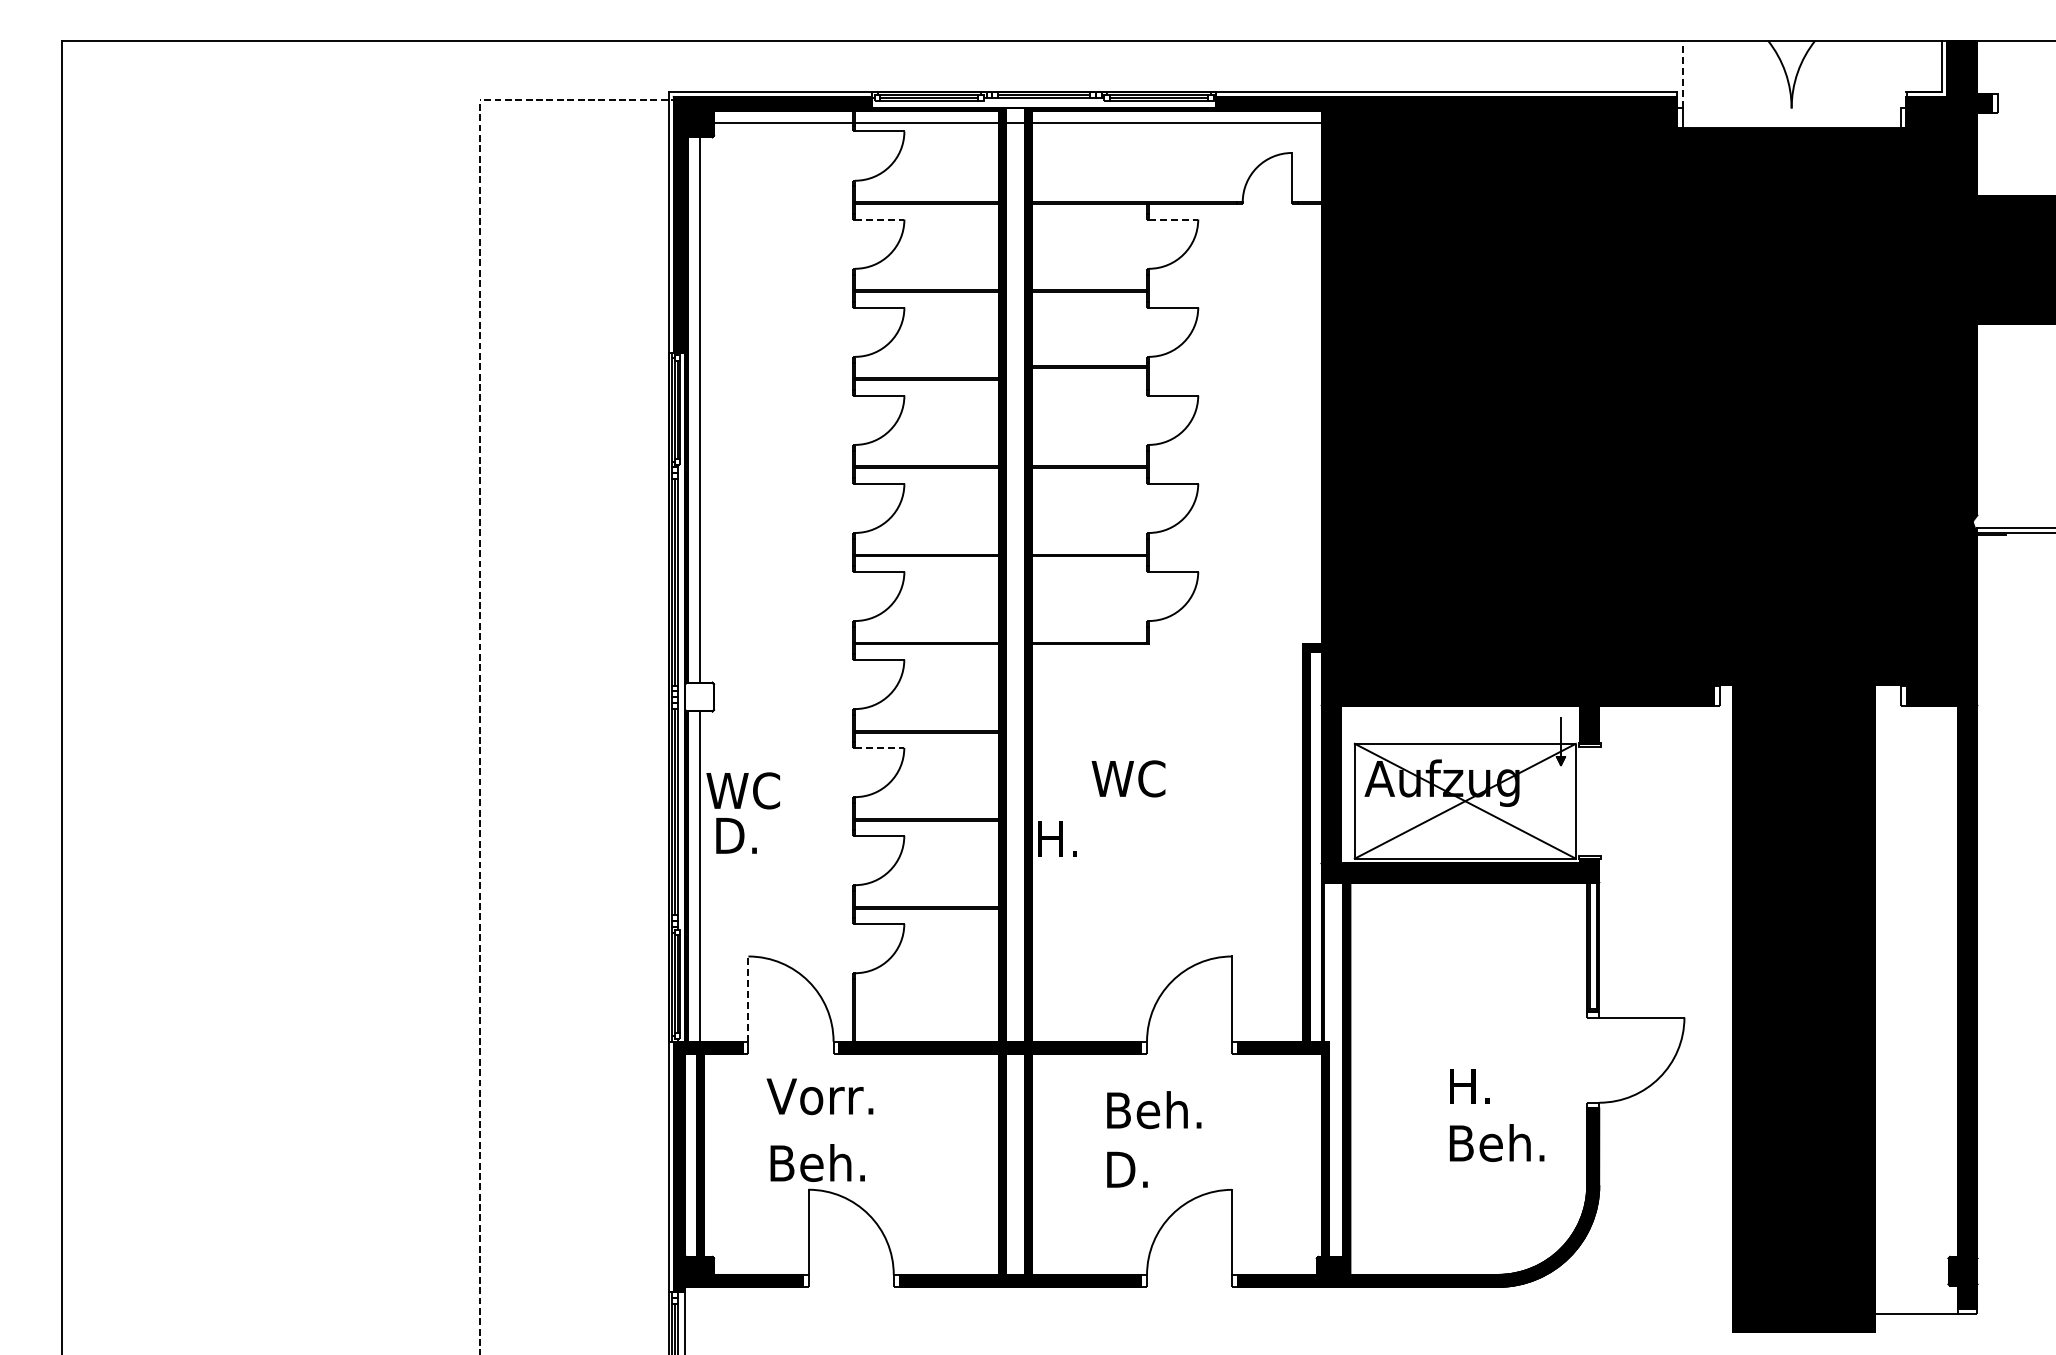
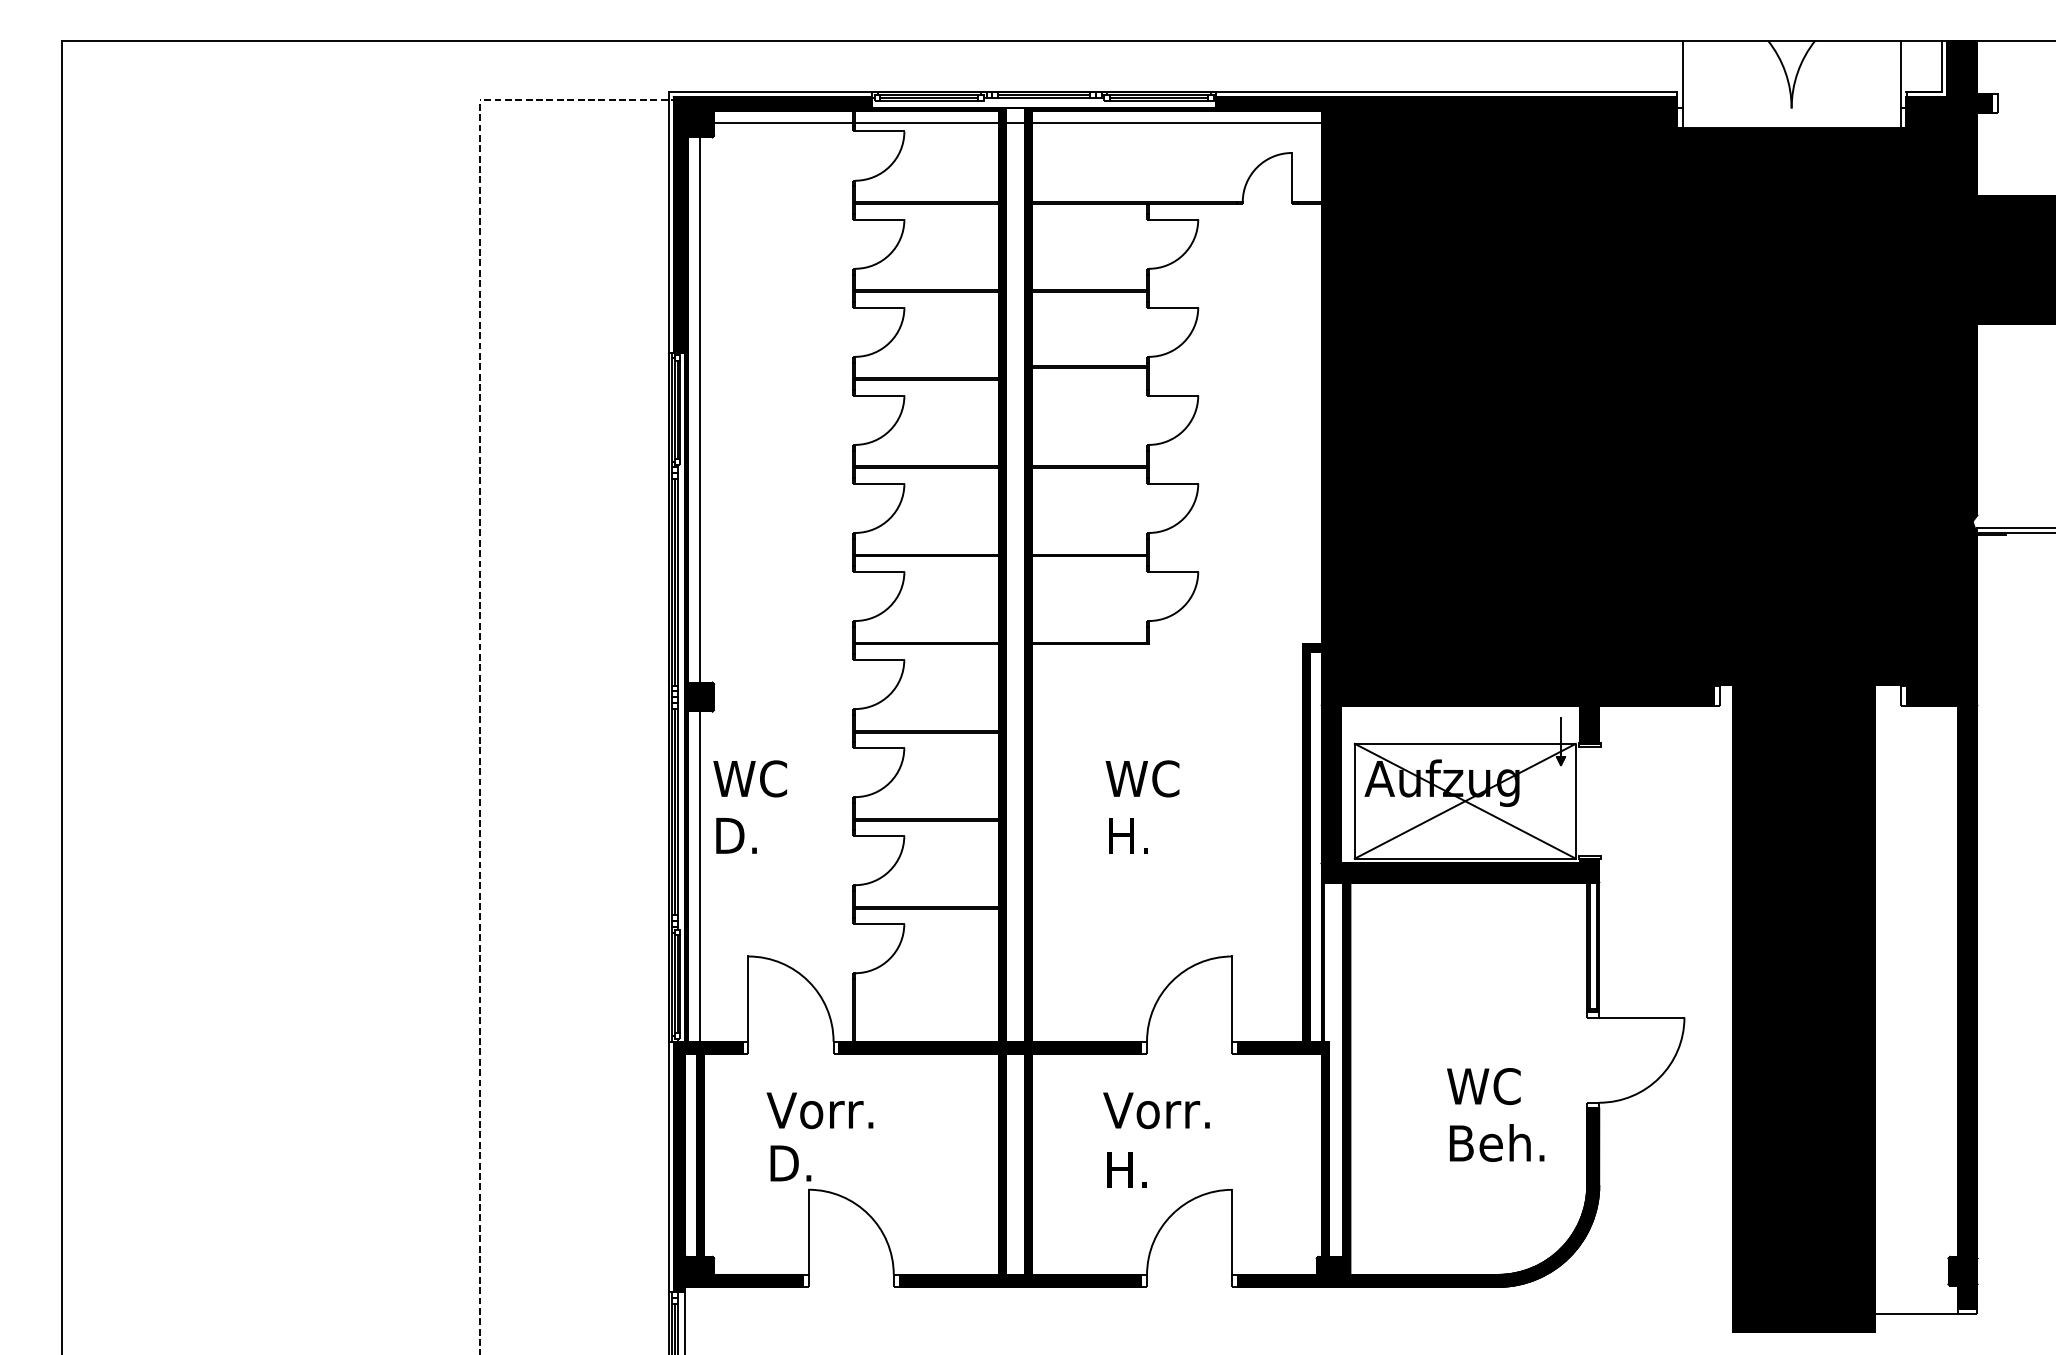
line at (1682, 74): dashed -> solid
line at (1900, 74): none -> present
line at (879, 219): dashed -> solid
line at (1173, 219): dashed -> solid
fill at (699, 696): none -> present
line at (879, 747): dashed -> solid
text at (1128, 778) position: (1128, 778) -> (1142, 778)
text at (742, 790) position: (742, 790) -> (749, 778)
text at (1057, 838) position: (1057, 838) -> (1128, 835)
line at (748, 999): dashed -> solid
text at (1483, 1086): H. -> WC
text at (819, 1096) position: (819, 1096) -> (819, 1110)
text at (1156, 1110): Beh. -> Vorr.
text at (819, 1163): Beh. -> D.
text at (1127, 1169): D. -> H.
